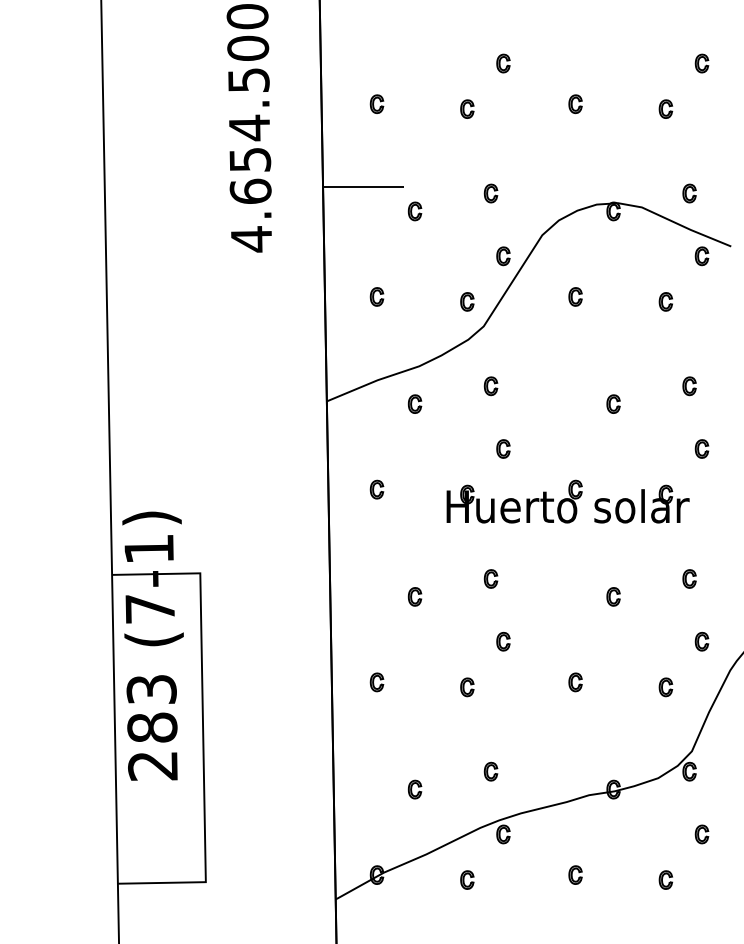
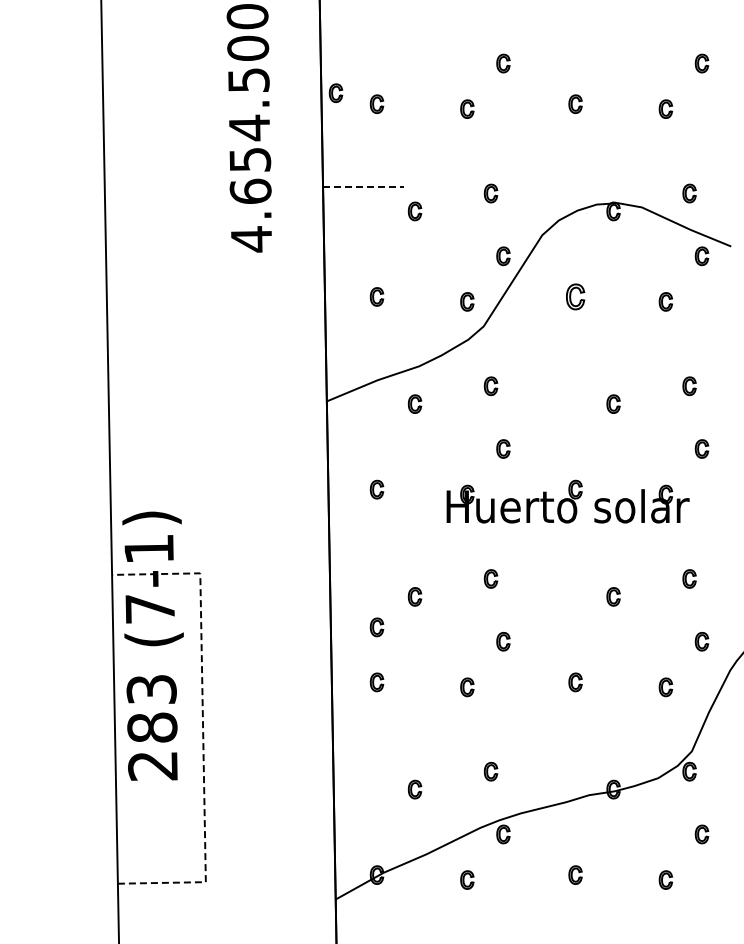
part at (335, 92): none -> present
line at (363, 187): solid -> dashed
part at (575, 296) size: 15x20 px -> 20x28 px
part at (376, 627): none -> present
line at (203, 727): solid -> dashed
